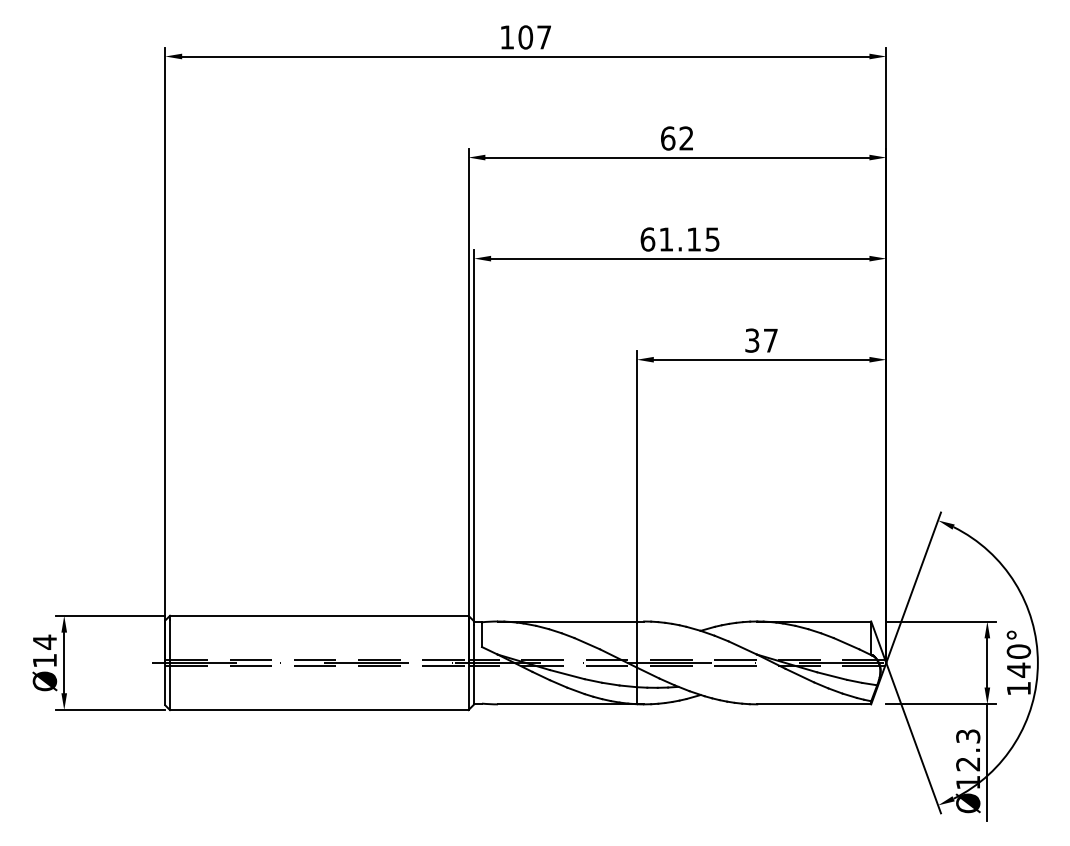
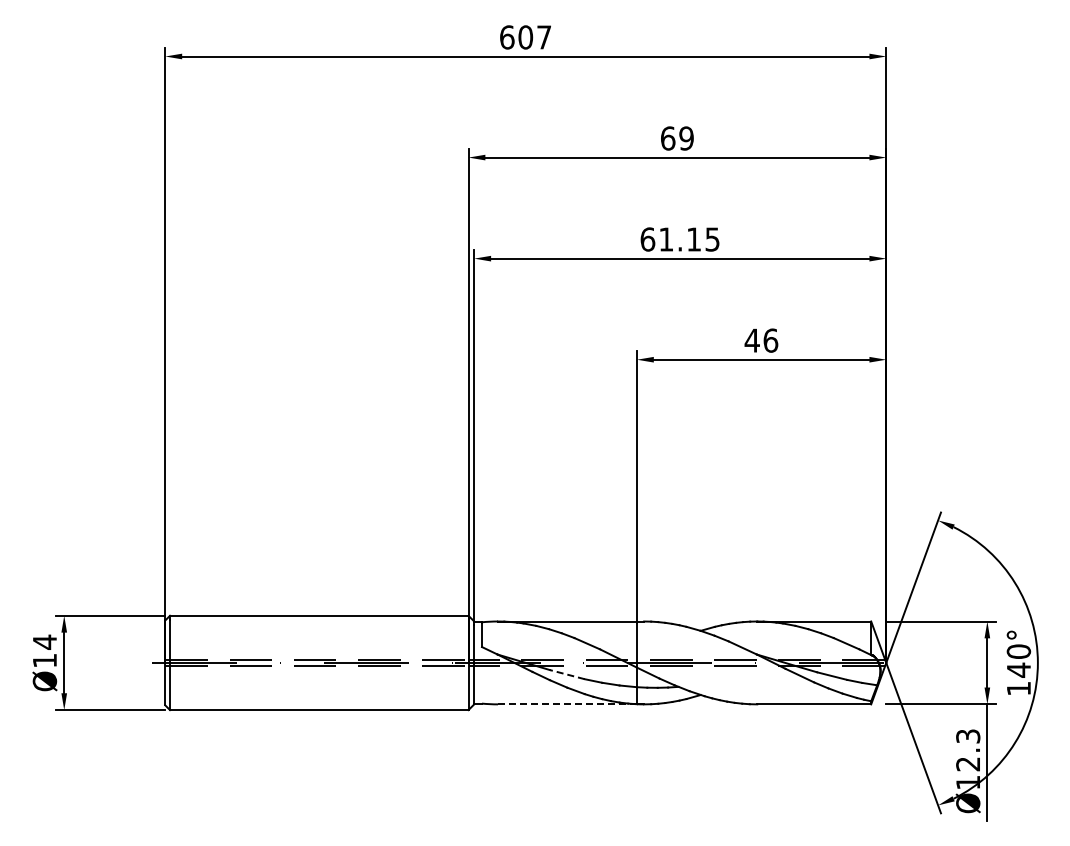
text at (507, 37): 107 -> 607
text at (686, 138): 62 -> 69
text at (761, 340): 37 -> 46
line at (566, 674): solid -> dashed
line at (567, 704): solid -> dashed
